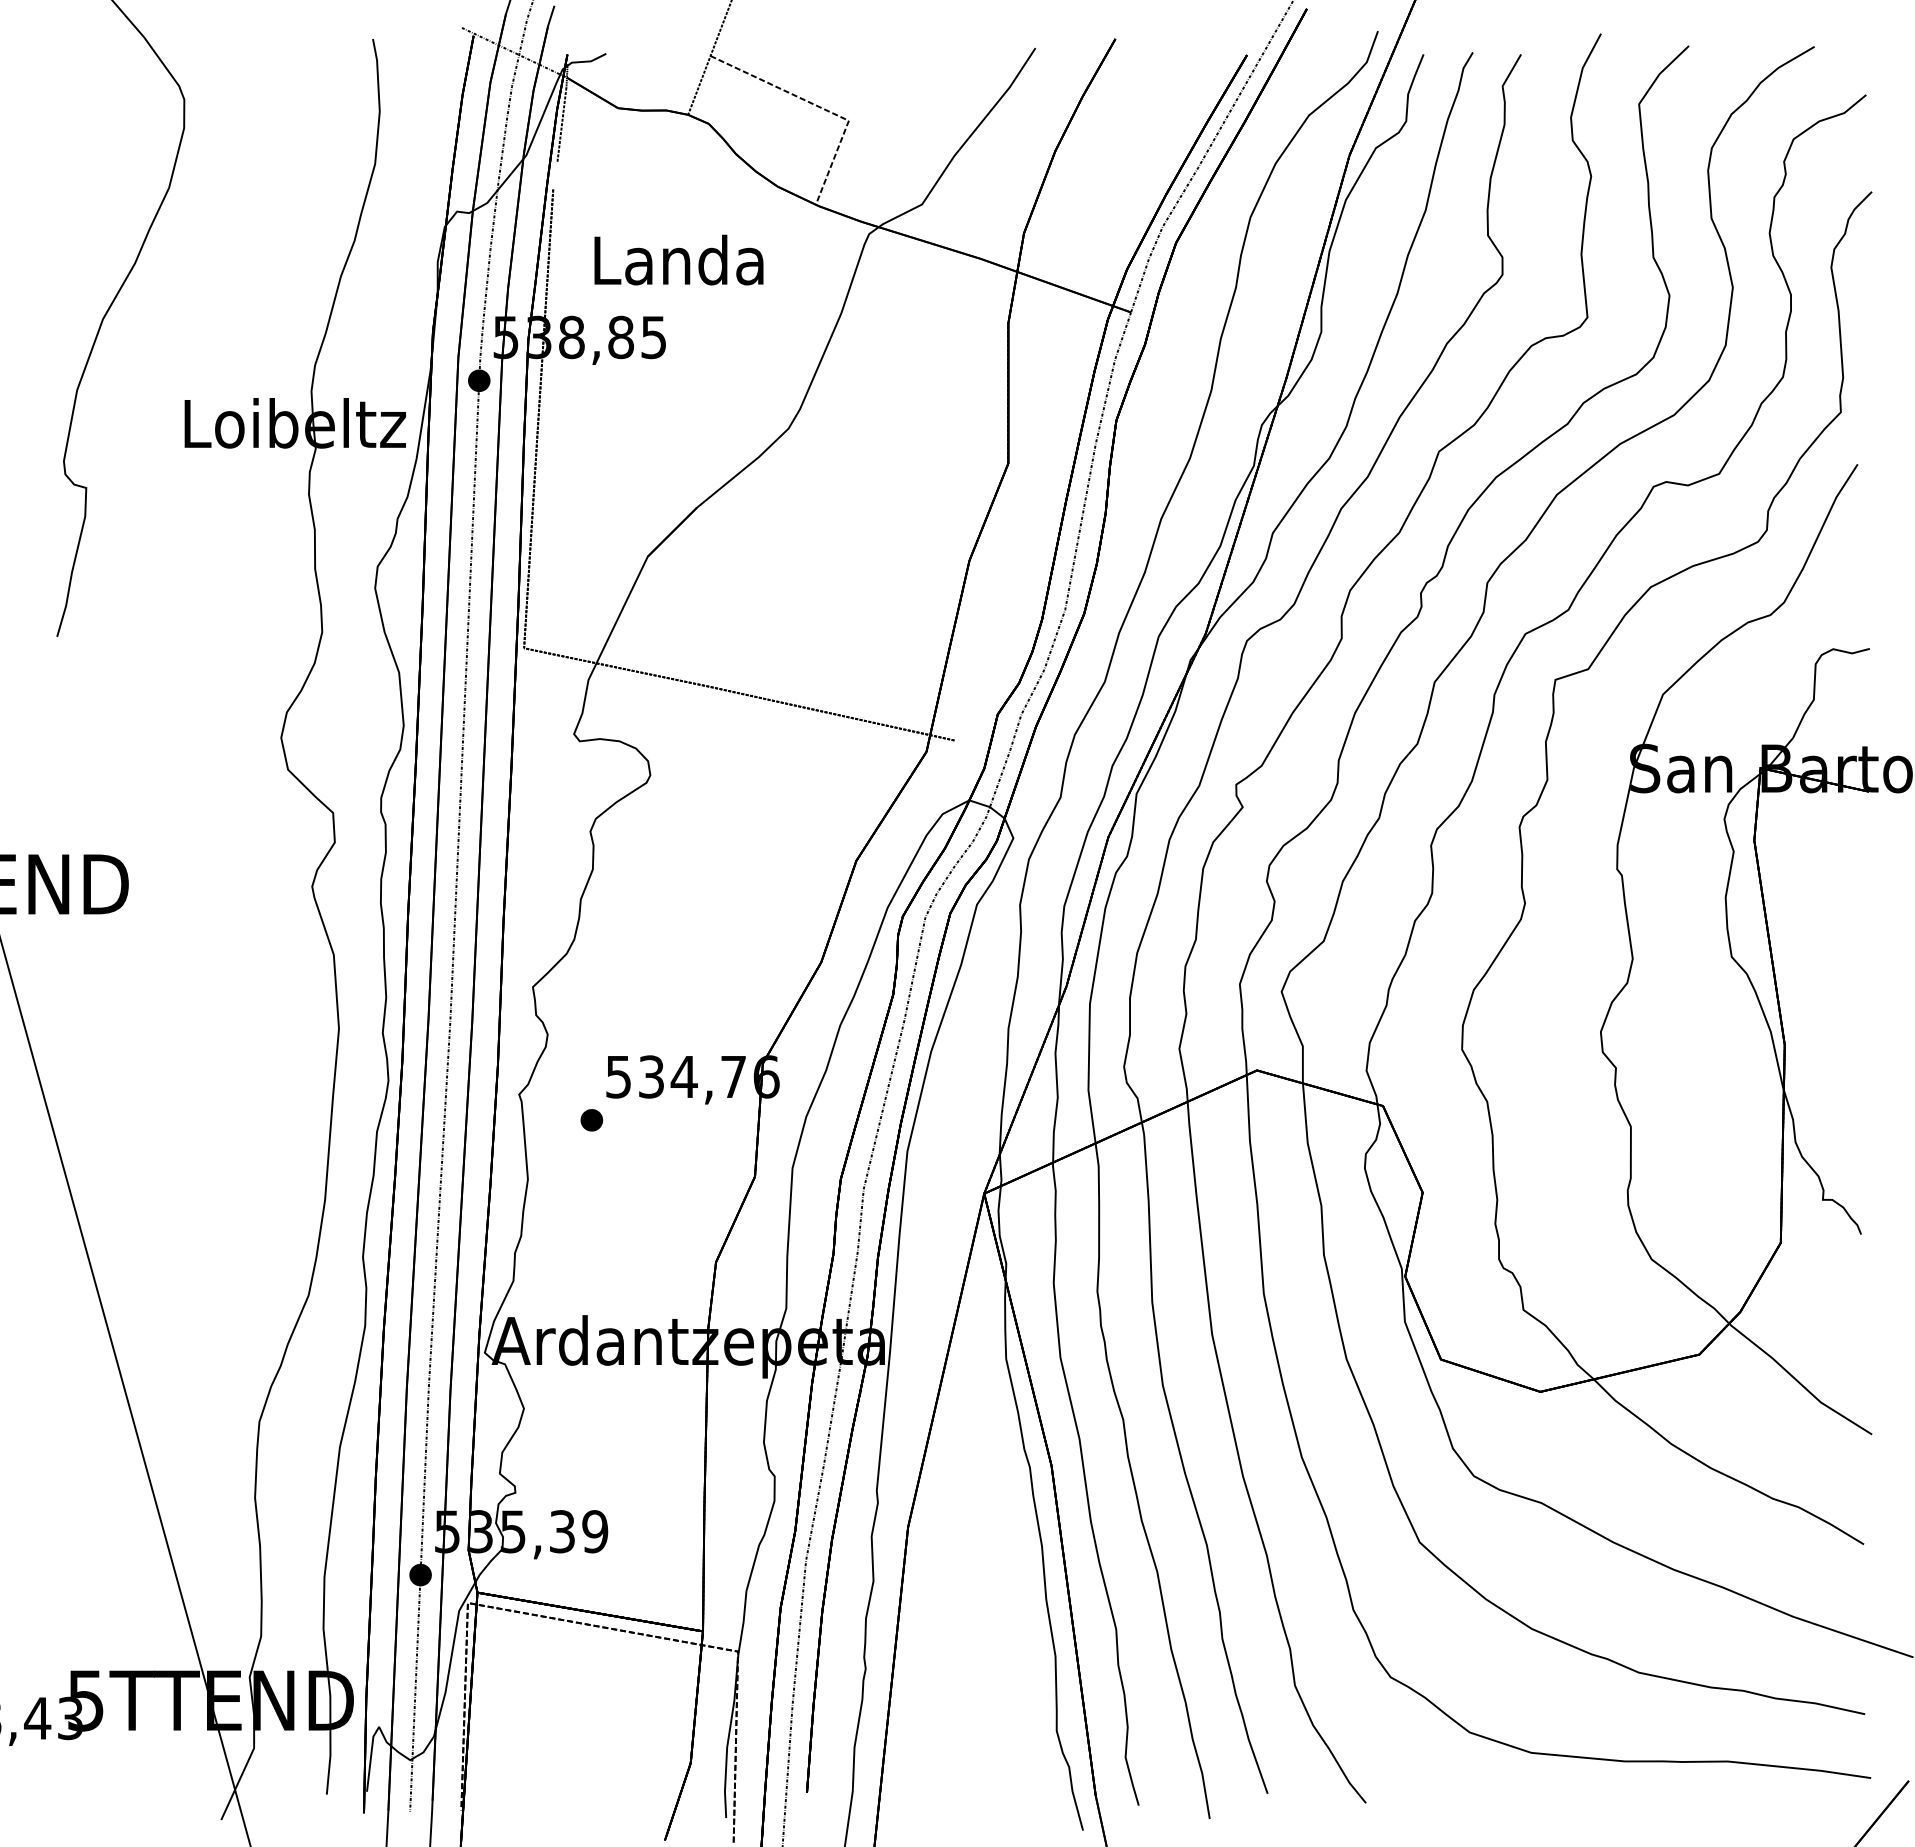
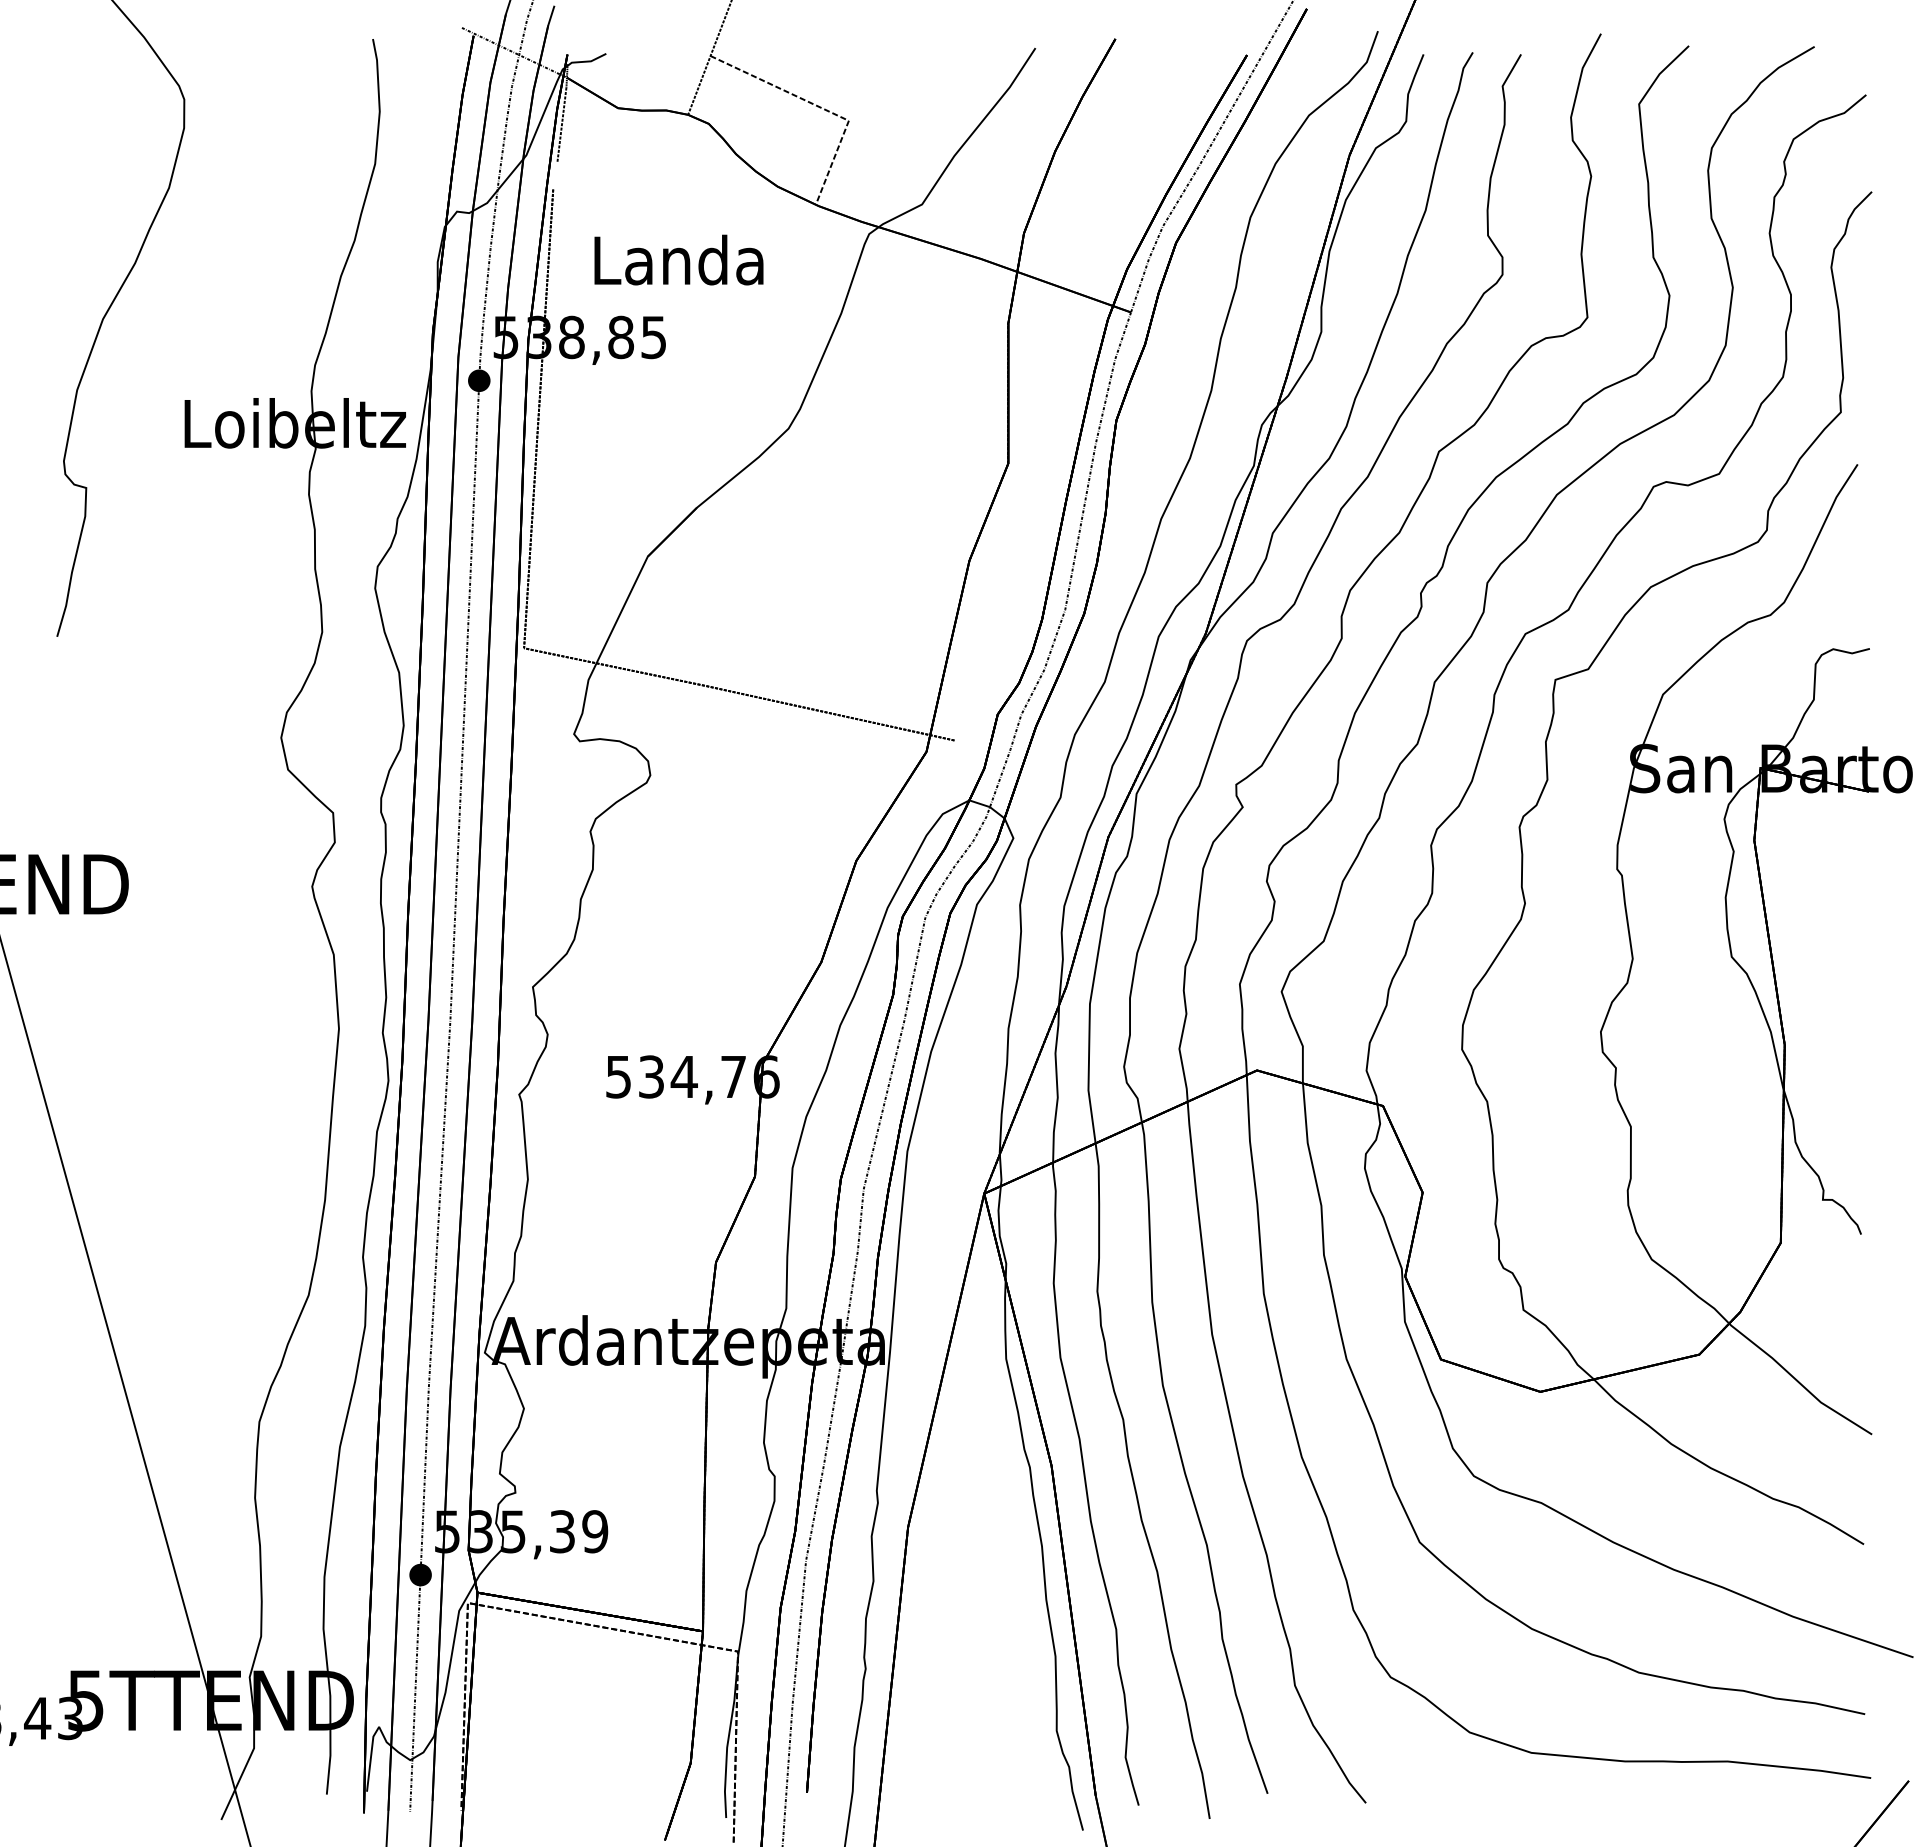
part at (591, 1120): present -> none
